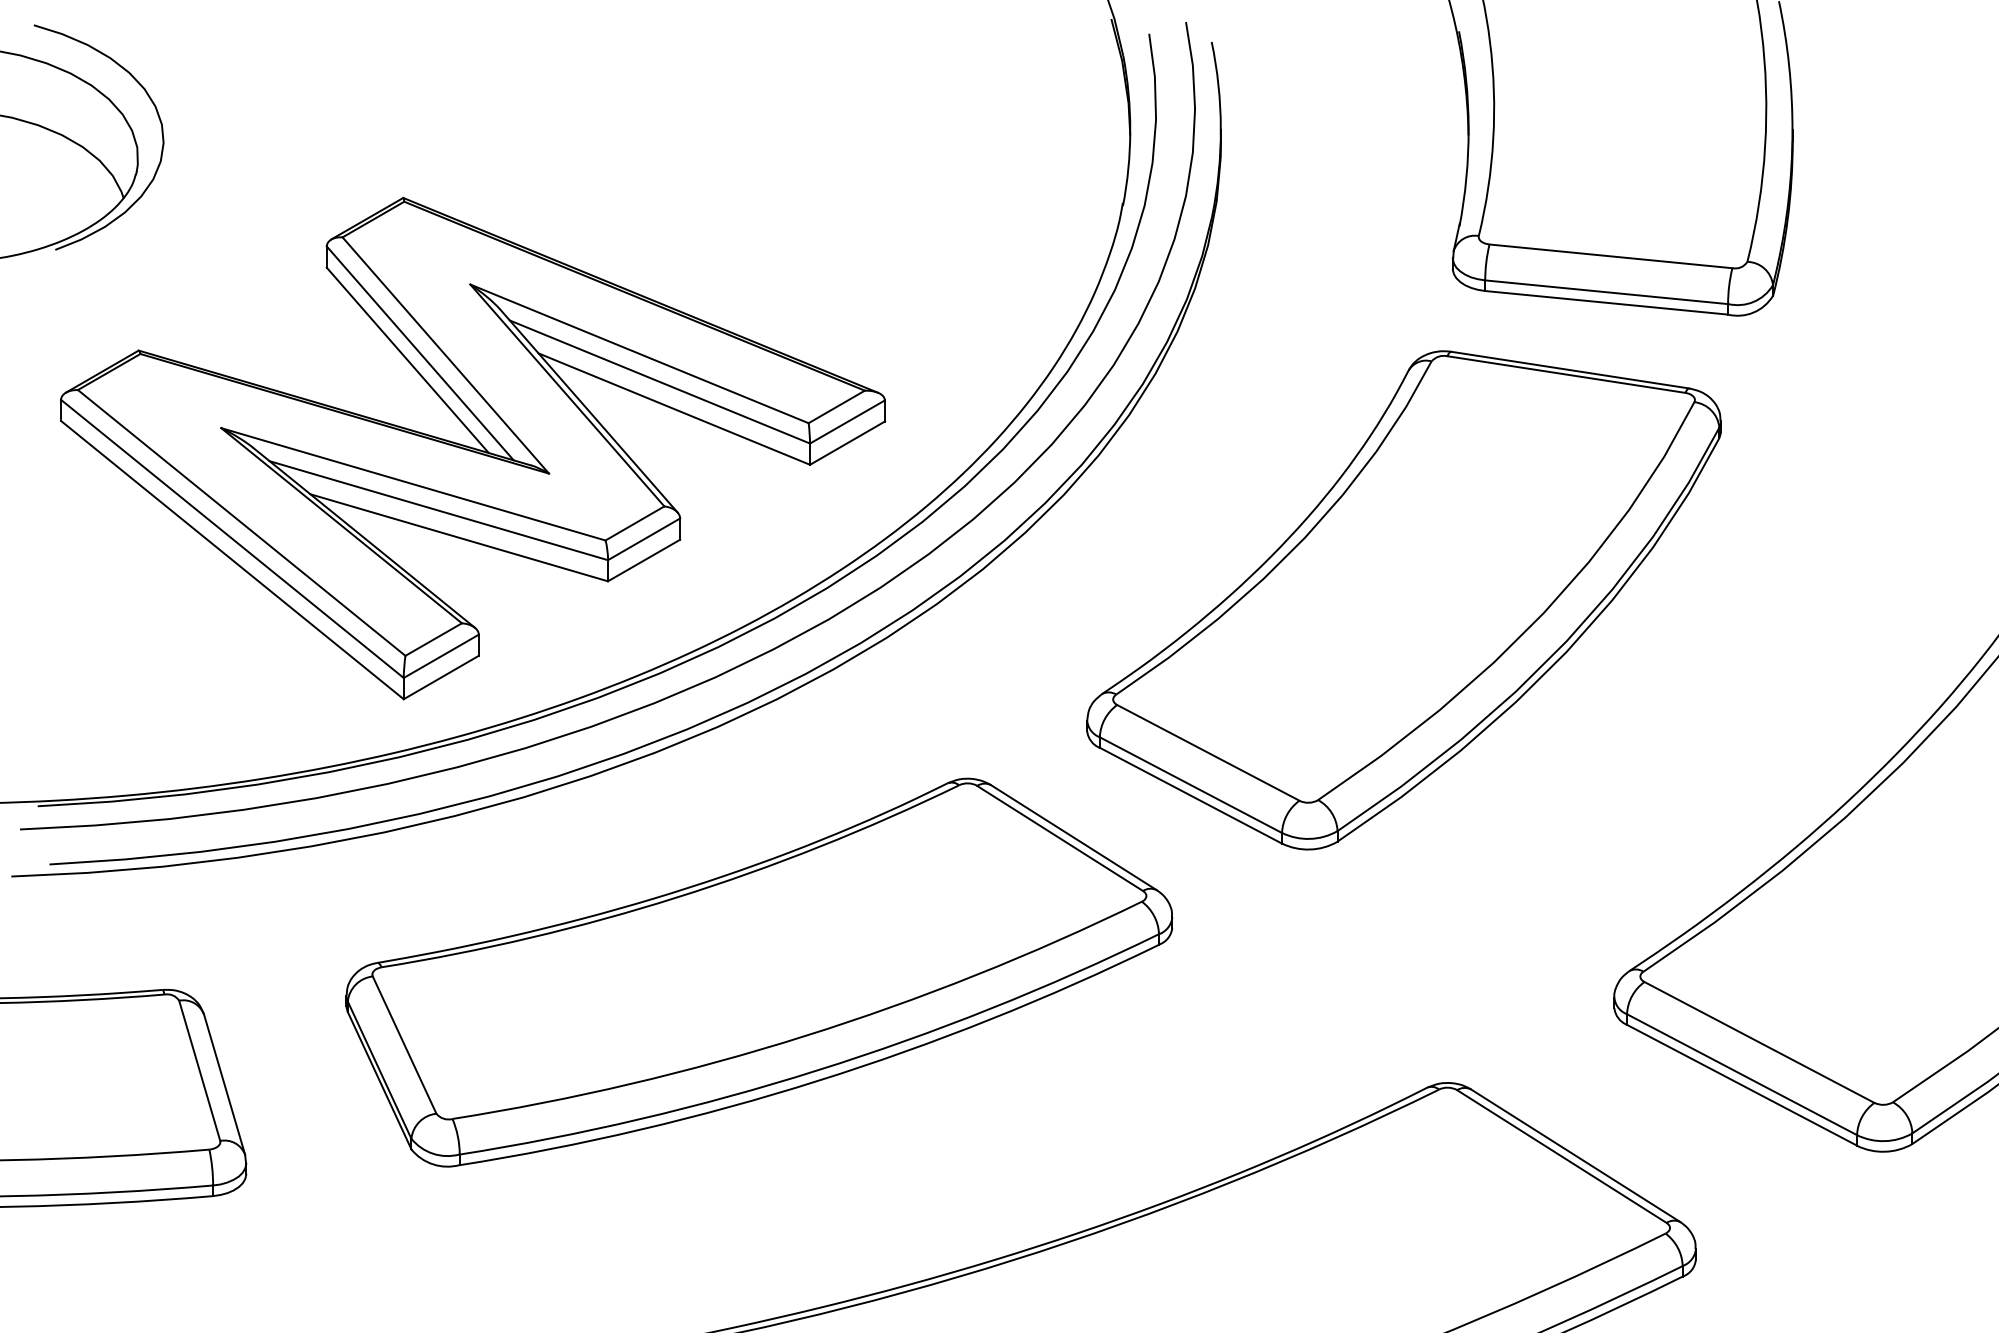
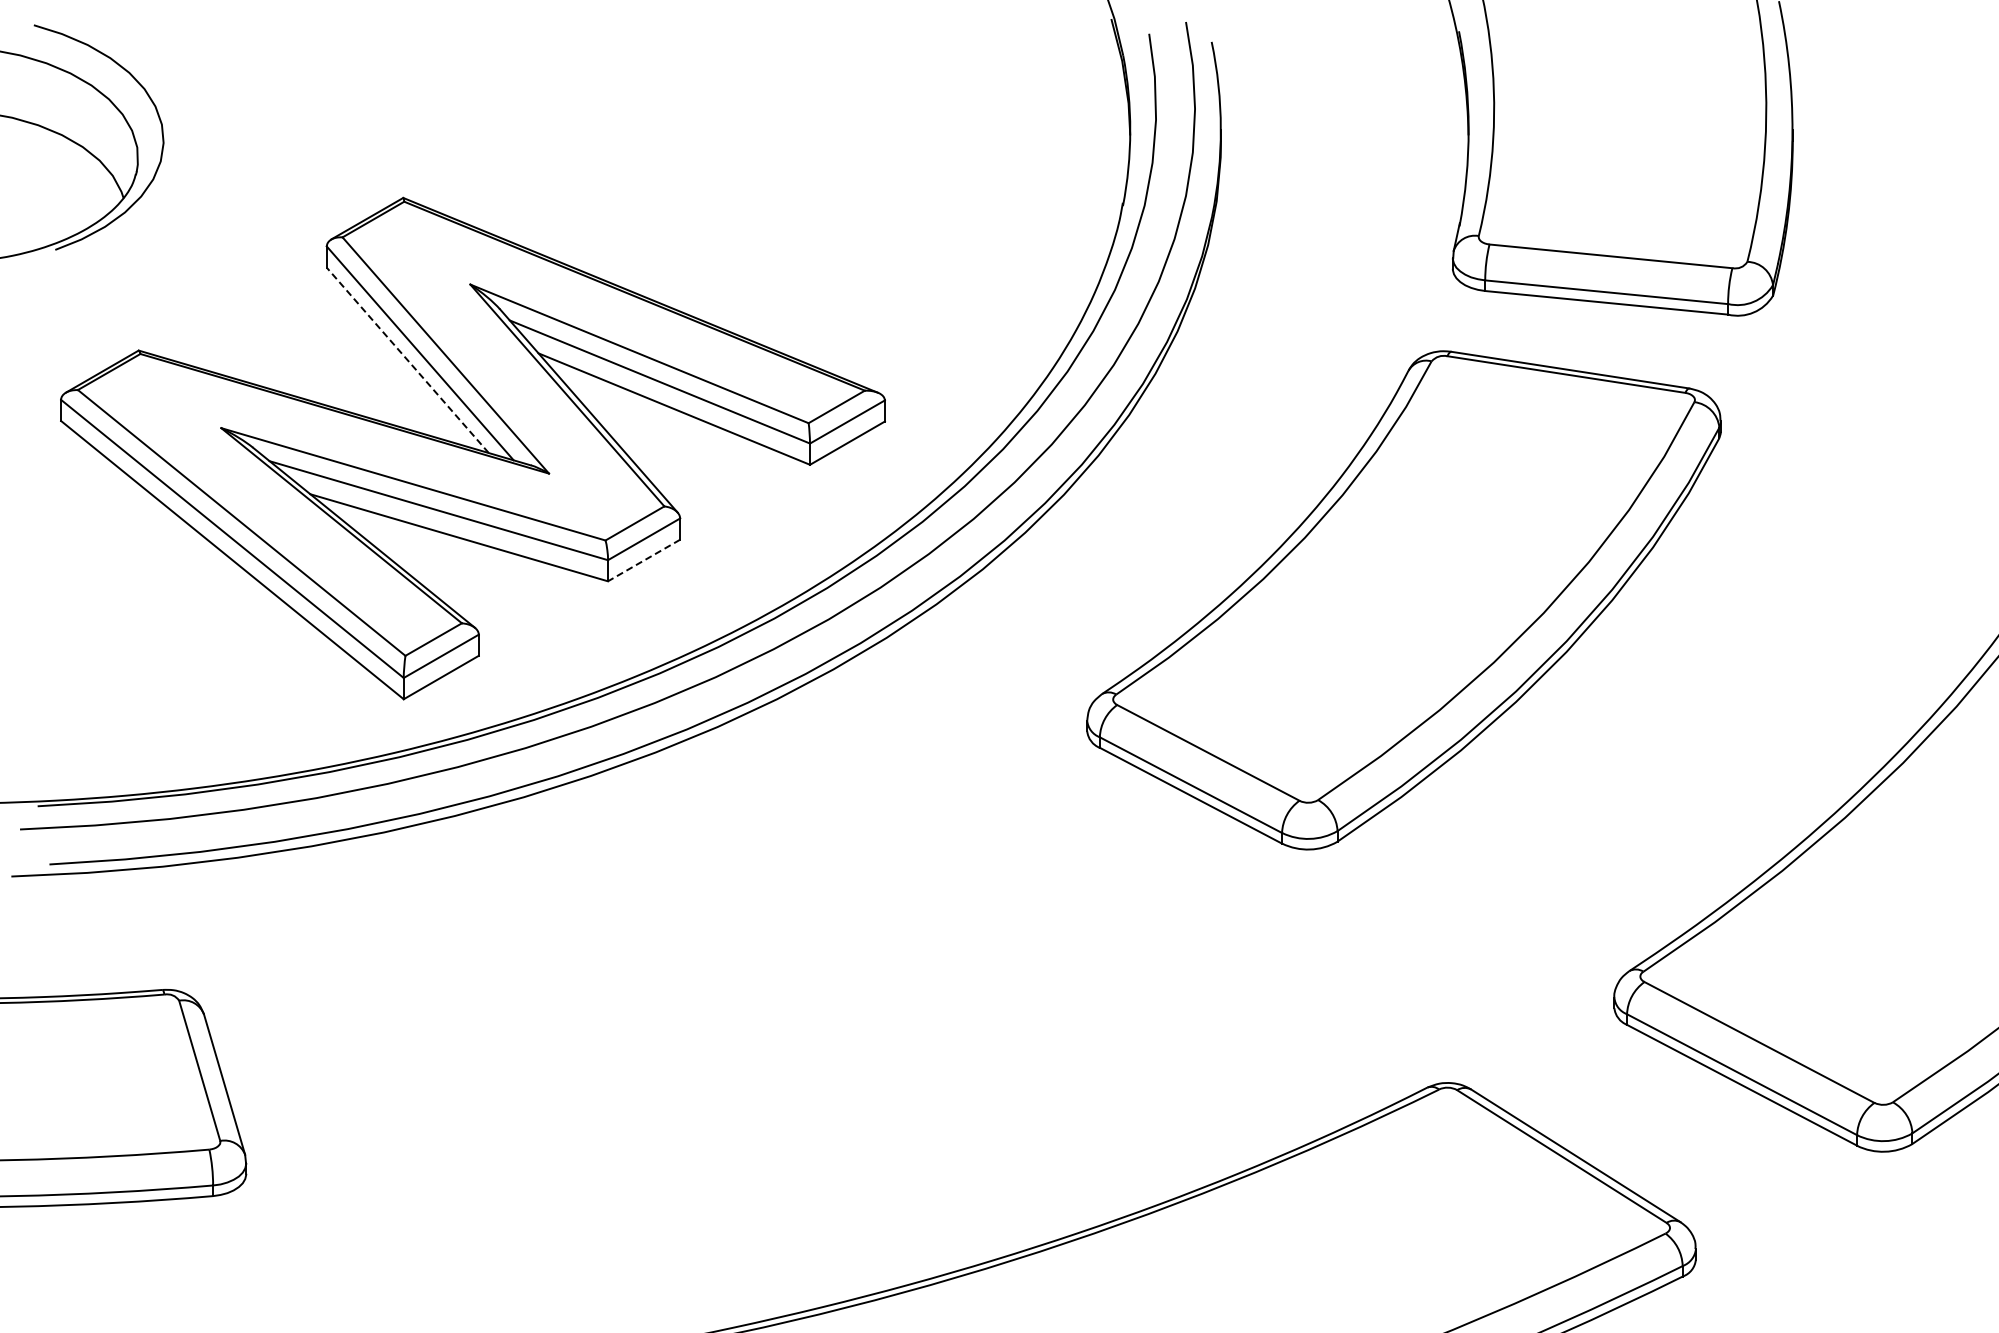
line at (407, 359): solid -> dashed
line at (644, 560): solid -> dashed
part at (759, 972): present -> none
